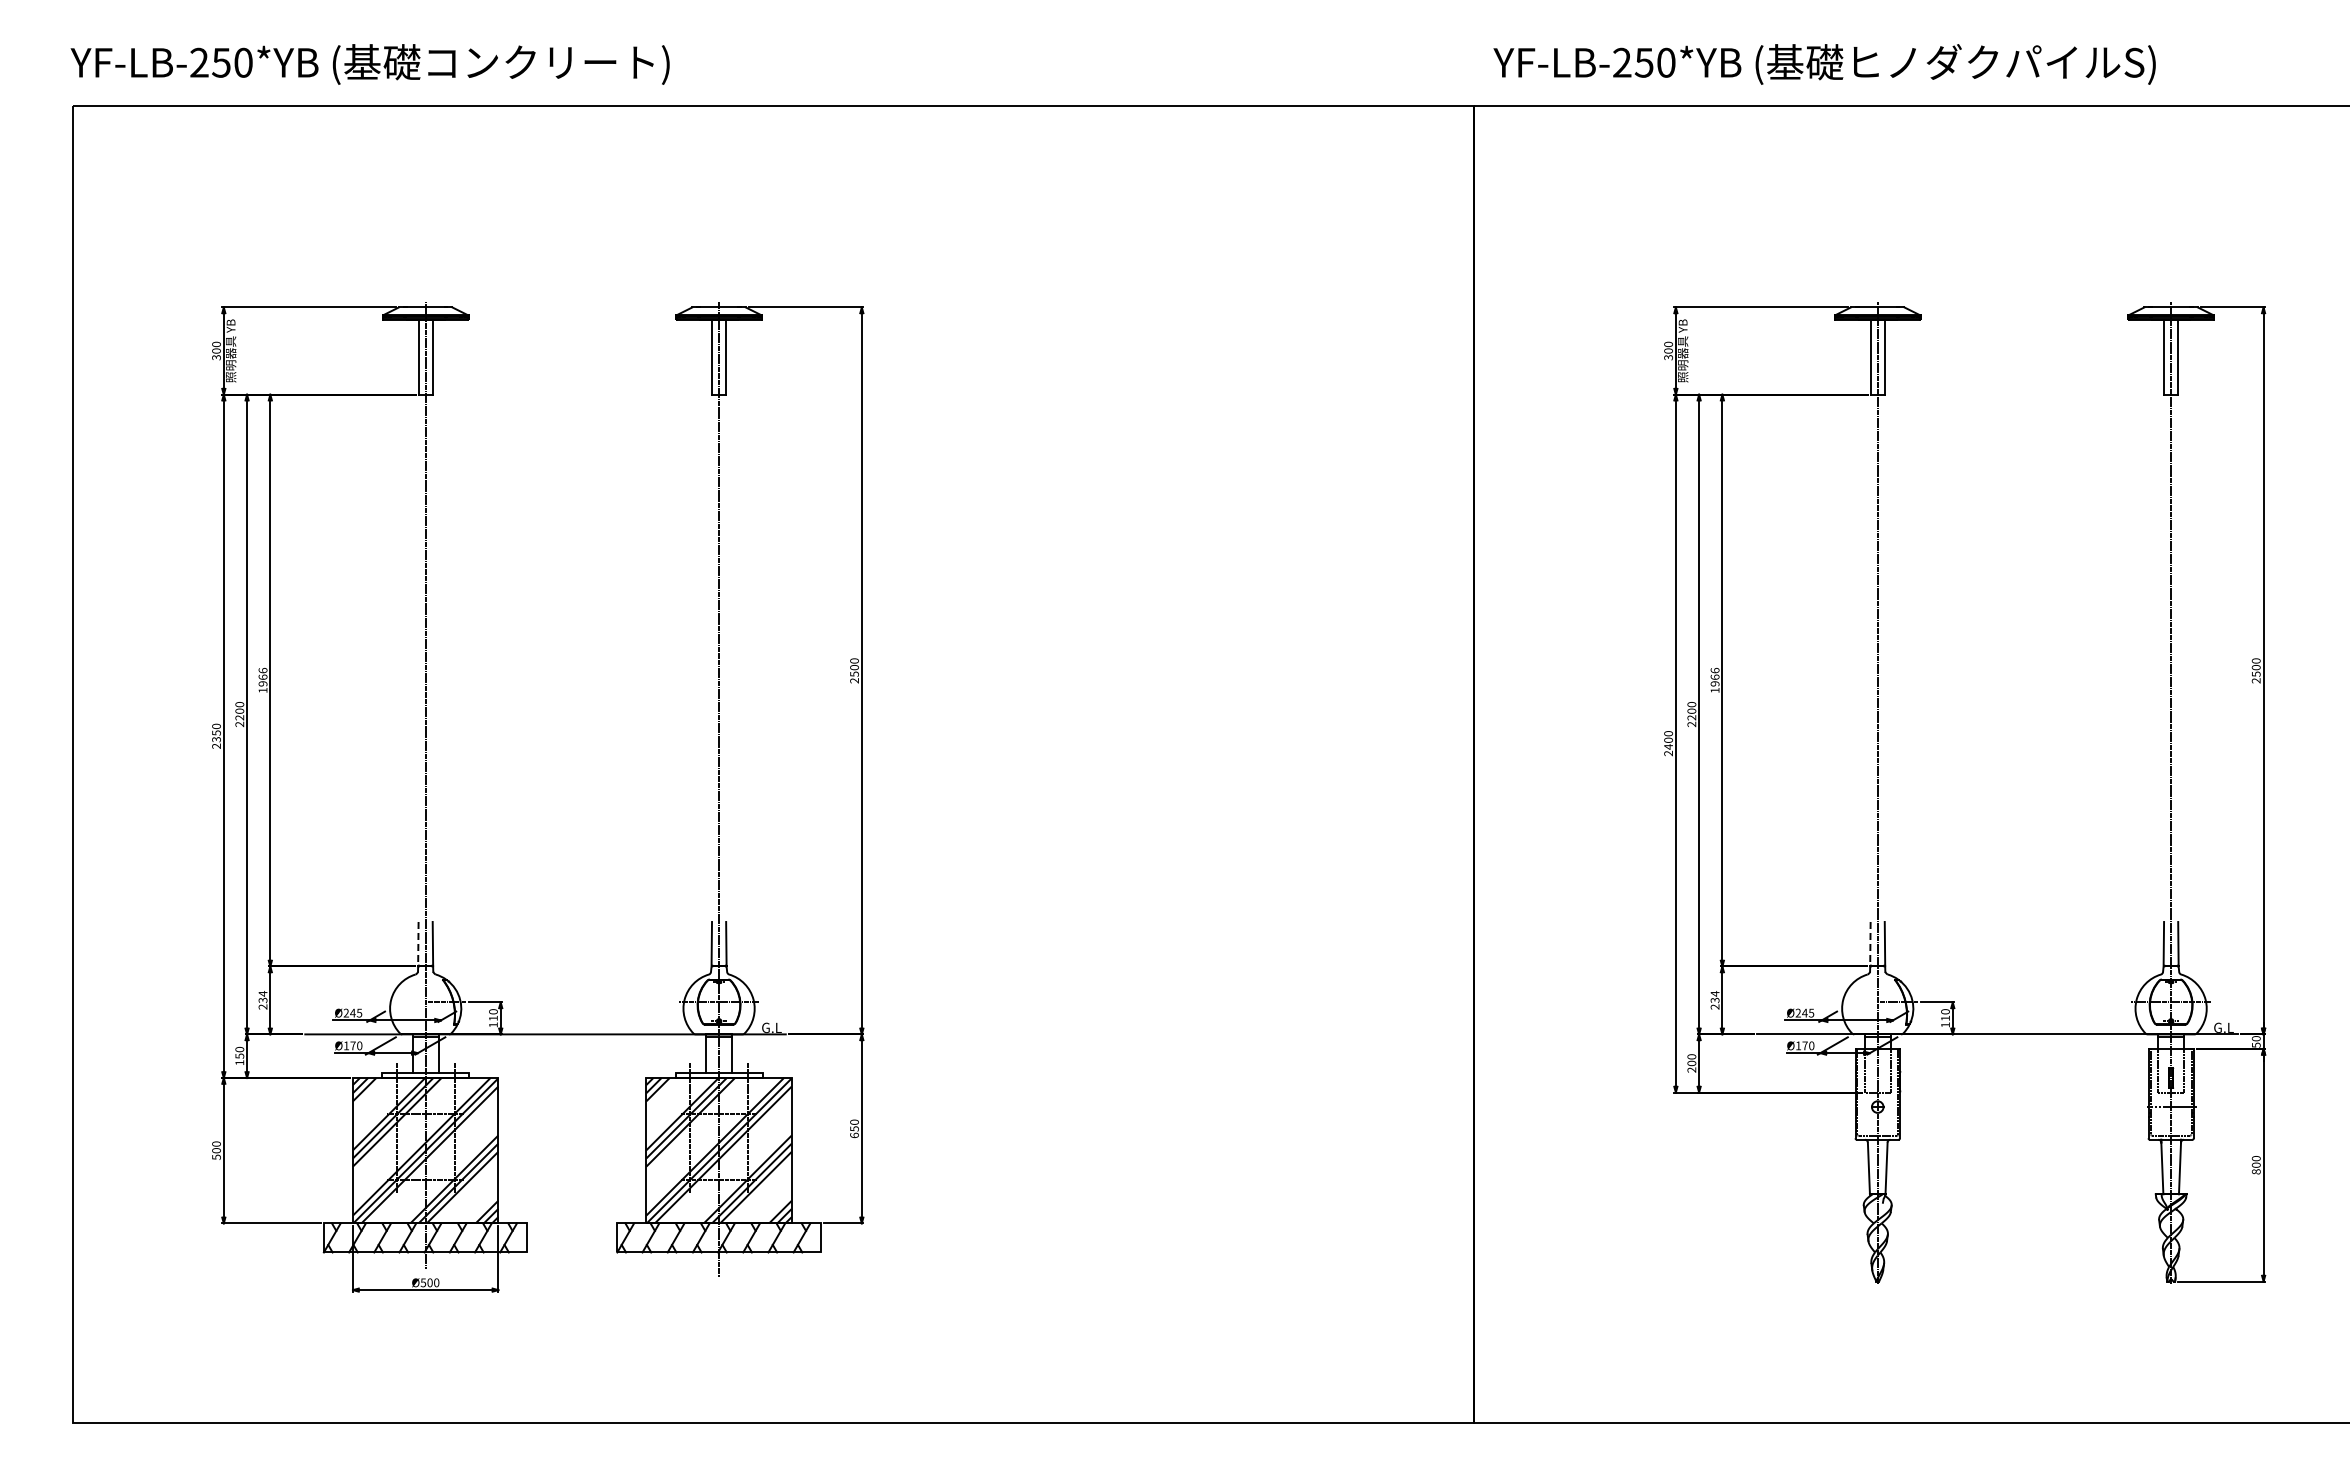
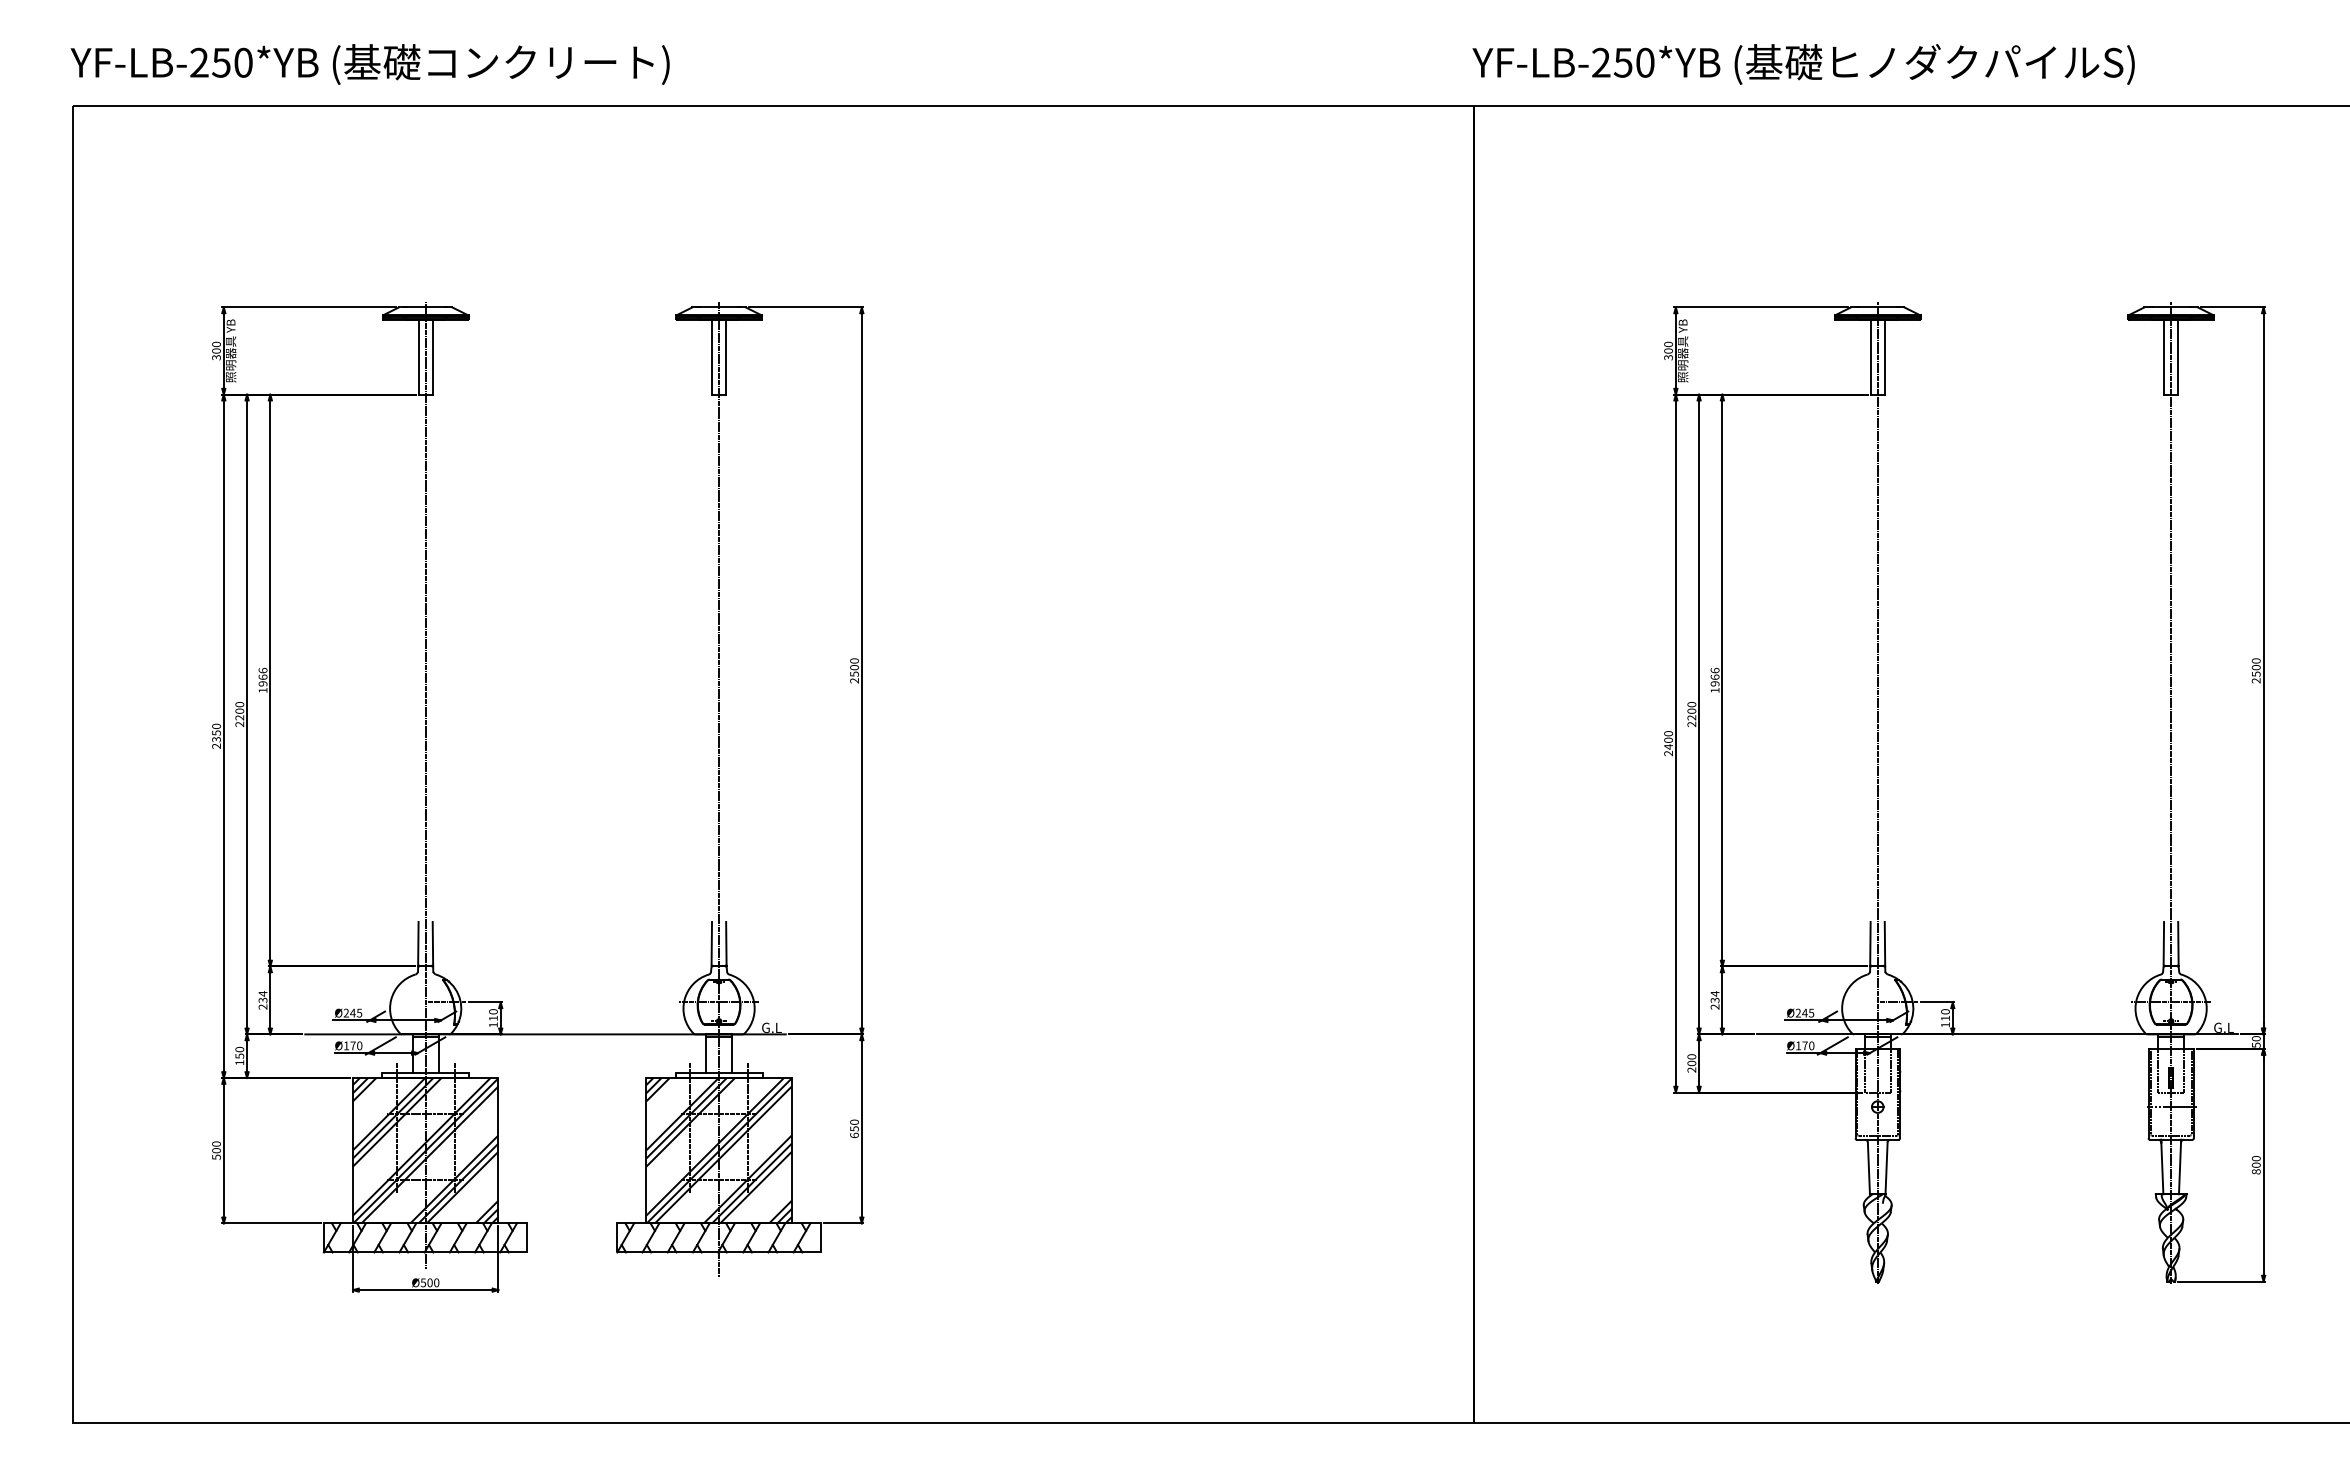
text at (1824, 64) position: (1824, 64) -> (1803, 64)
line at (418, 943): dashed -> solid
line at (1870, 943): dashed -> solid
